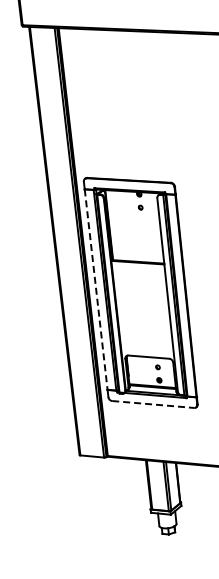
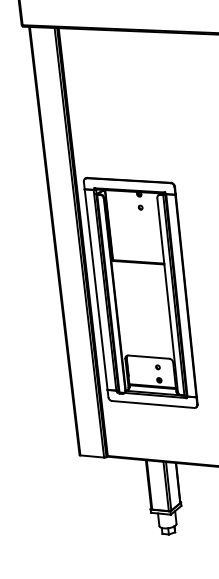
line at (96, 289): dashed -> solid
line at (153, 404): dashed -> solid
